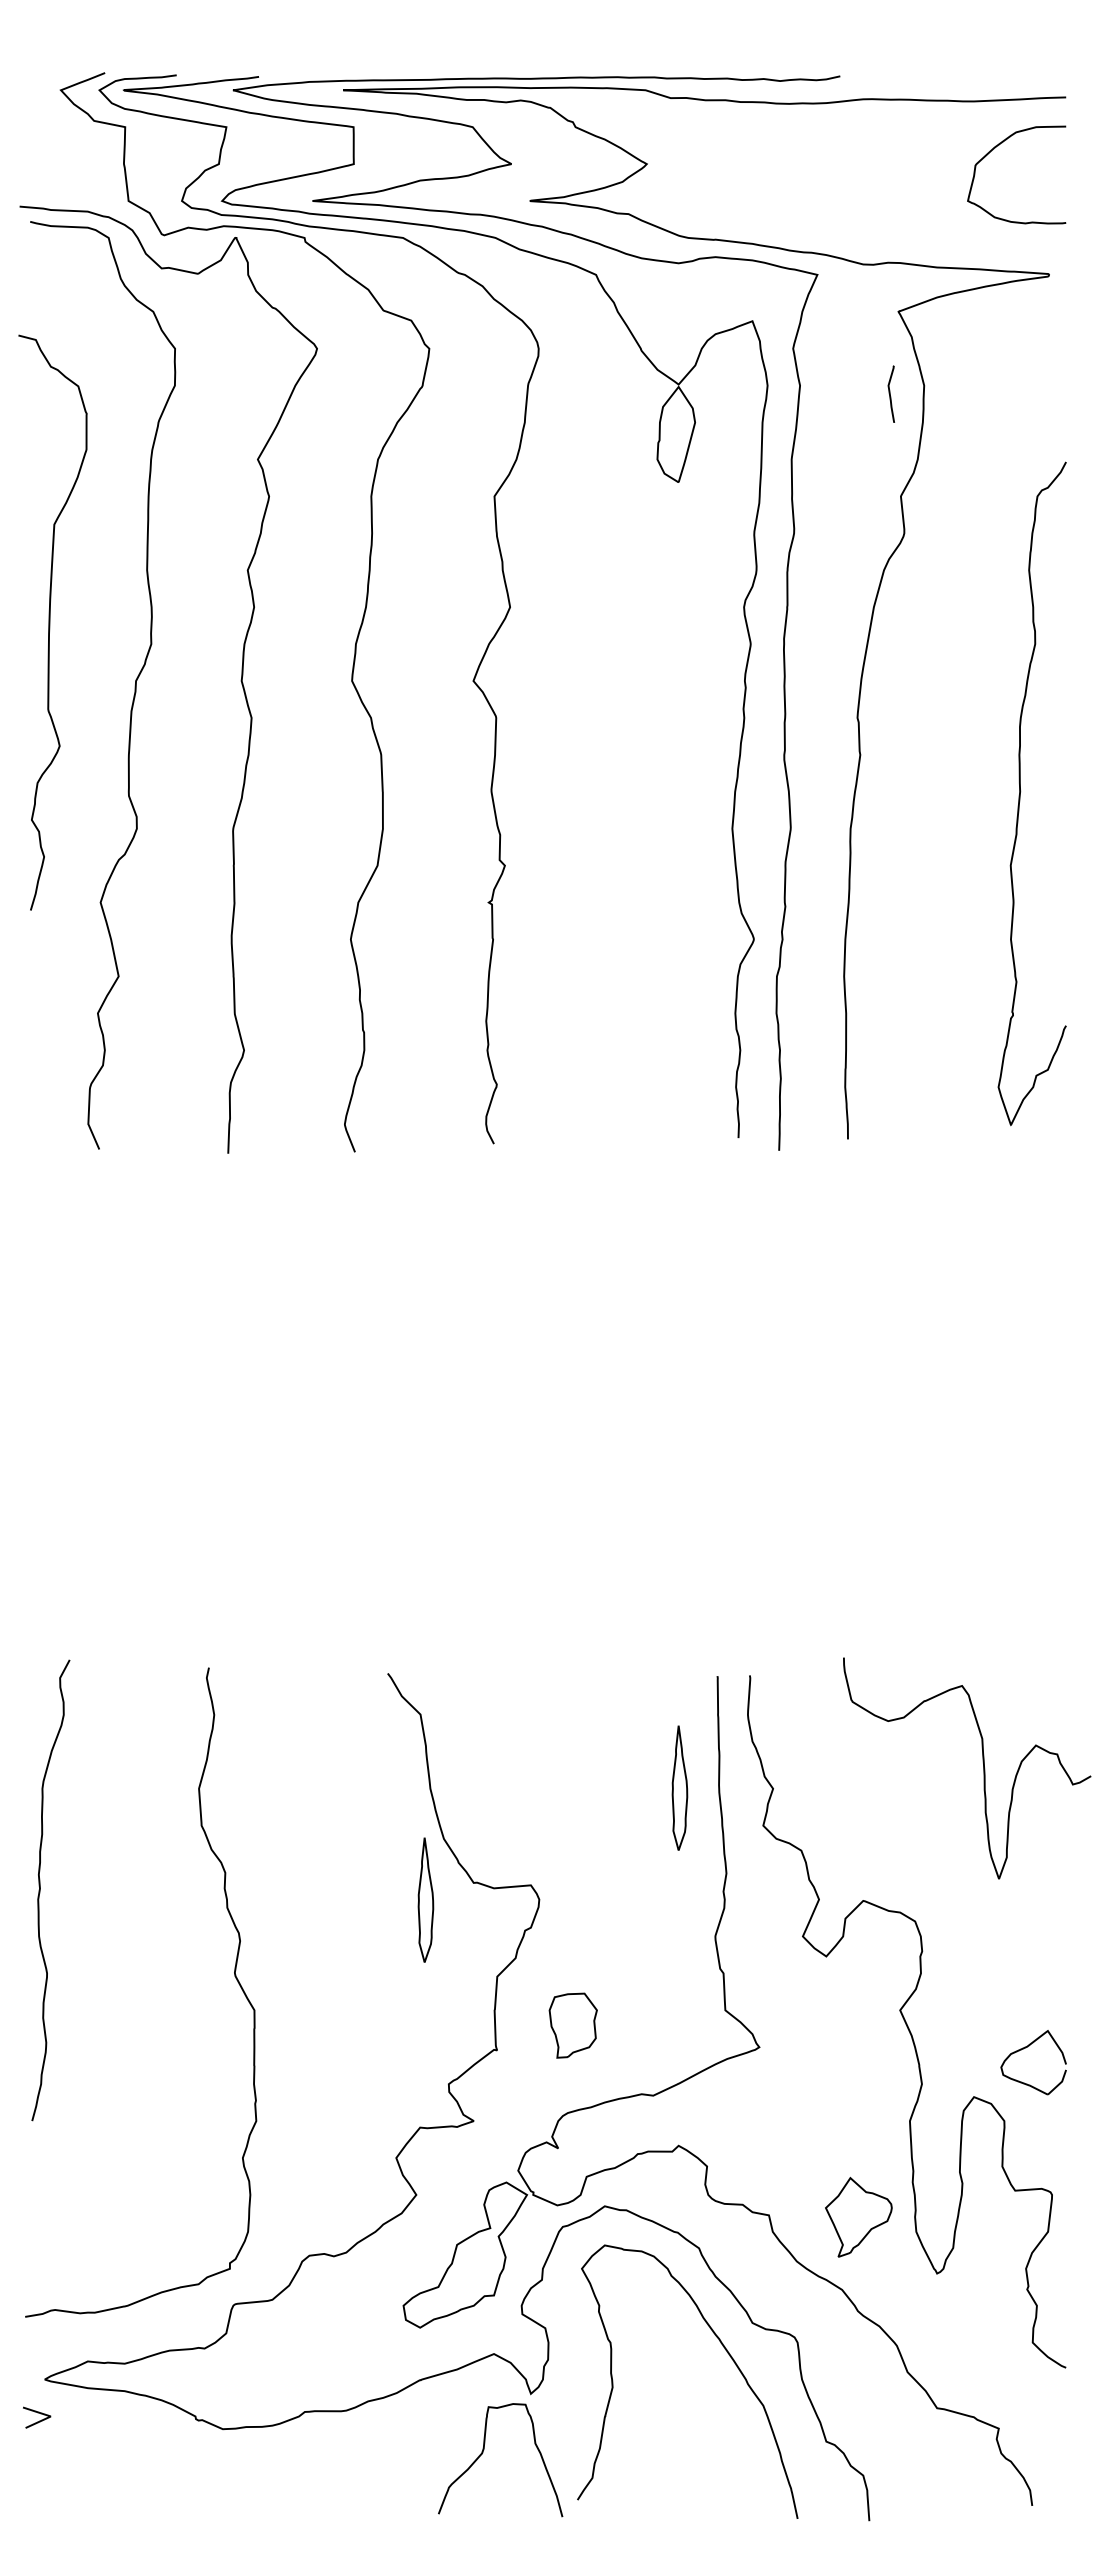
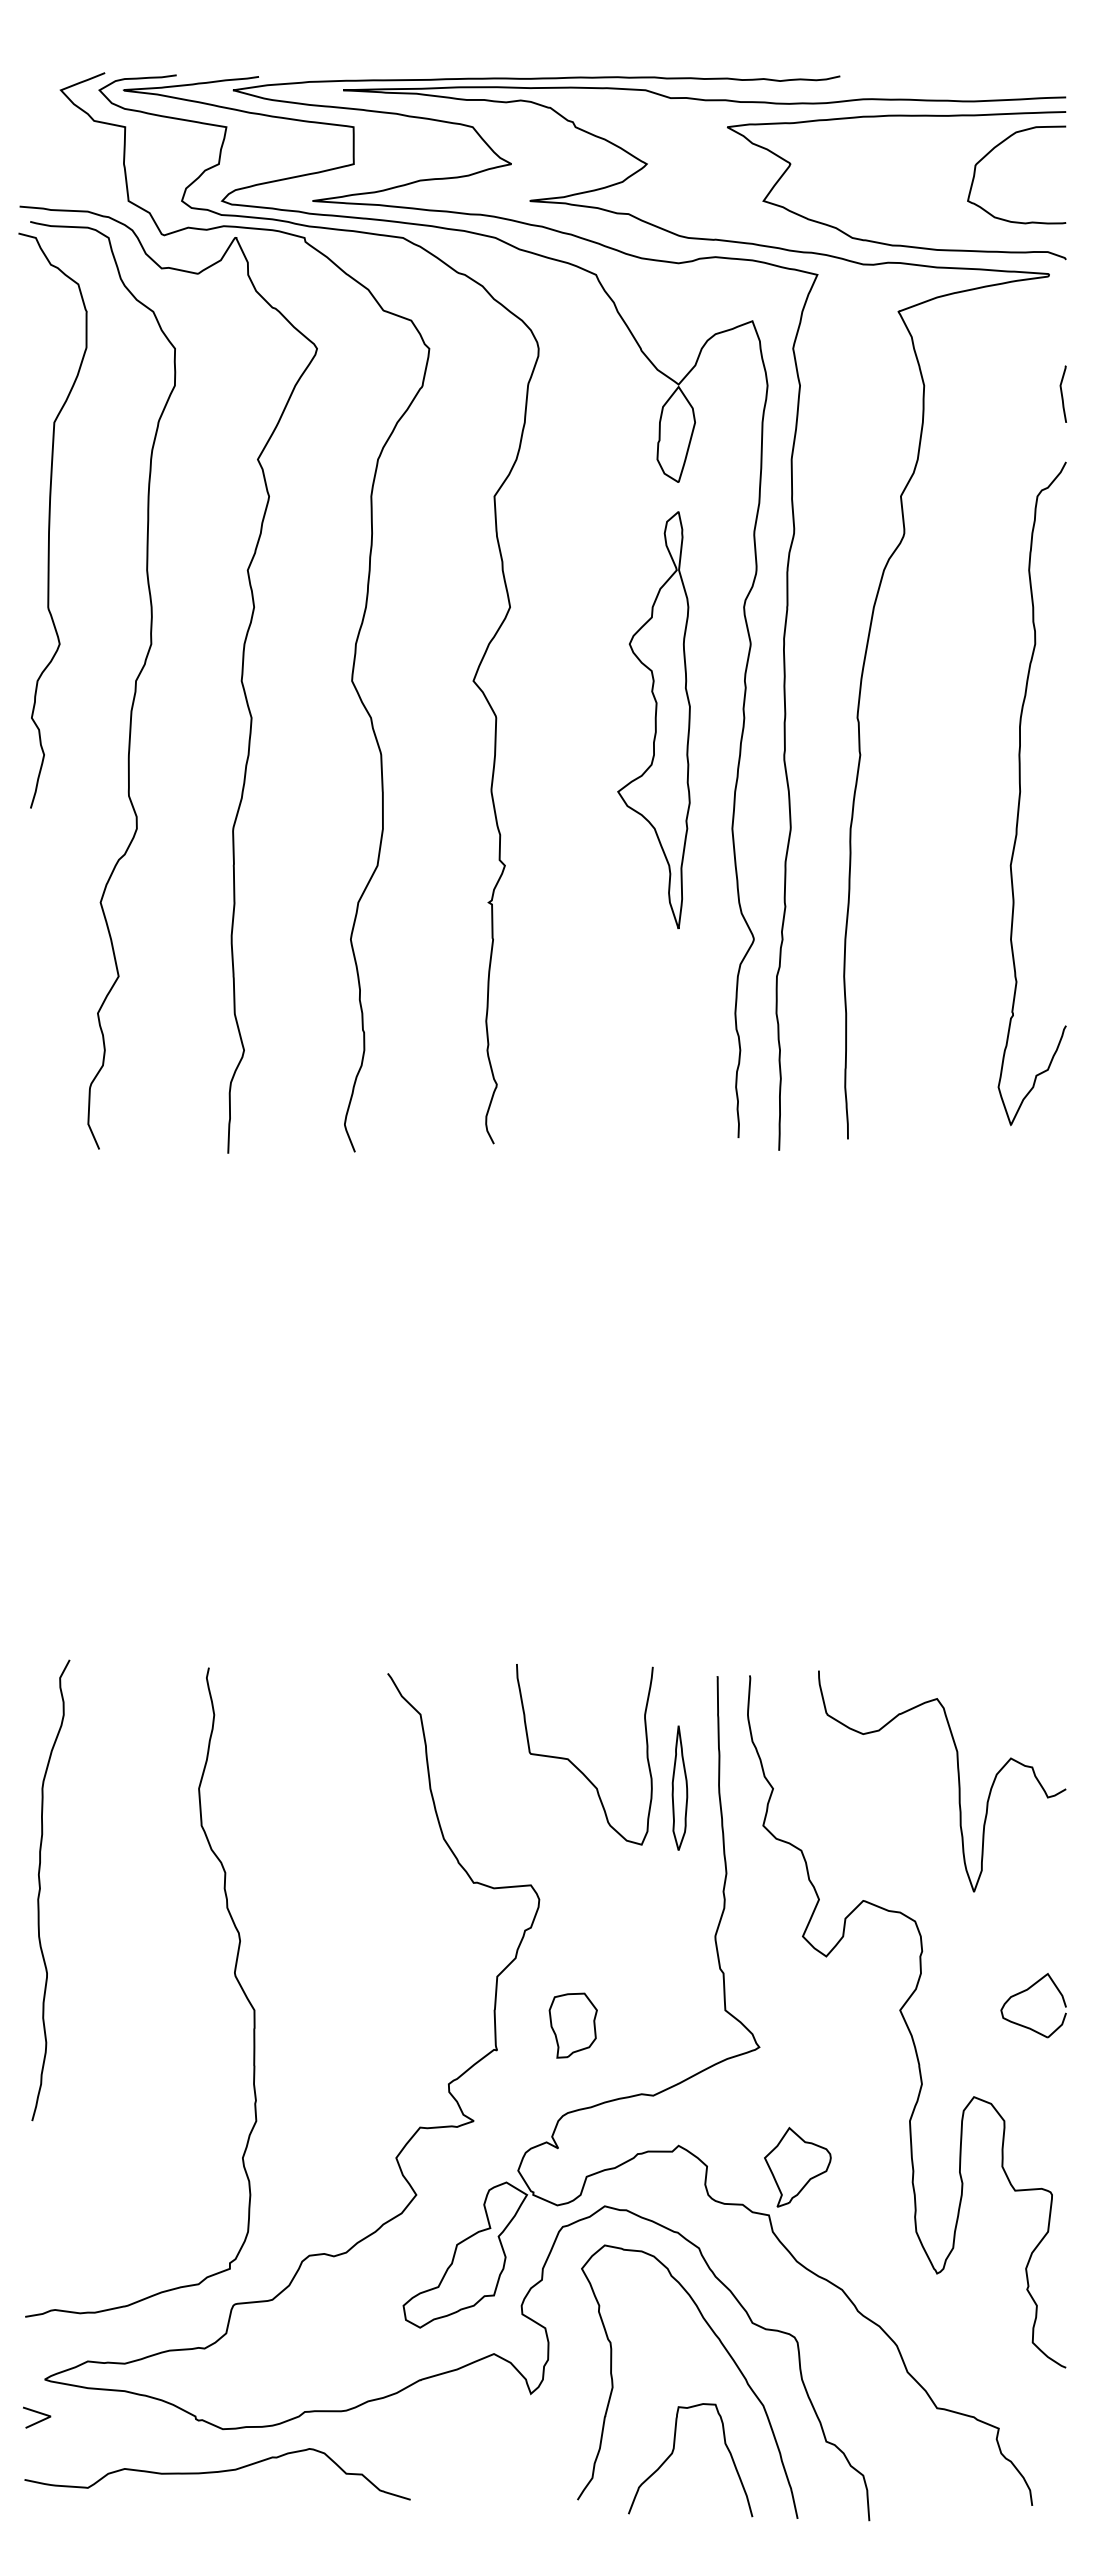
curve at (883, 242): none -> present
curve at (890, 393) position: (890, 393) -> (1062, 393)
curve at (50, 622) position: (50, 622) -> (50, 520)
part at (653, 720): none -> present
curve at (574, 1764): none -> present
curve at (983, 1768) position: (983, 1768) -> (958, 1781)
part at (425, 1899): present -> none
part at (1025, 2048) position: (1025, 2048) -> (1025, 1991)
part at (858, 2216) position: (858, 2216) -> (797, 2166)
curve at (483, 2452) position: (483, 2452) -> (673, 2452)
curve at (217, 2472): none -> present
